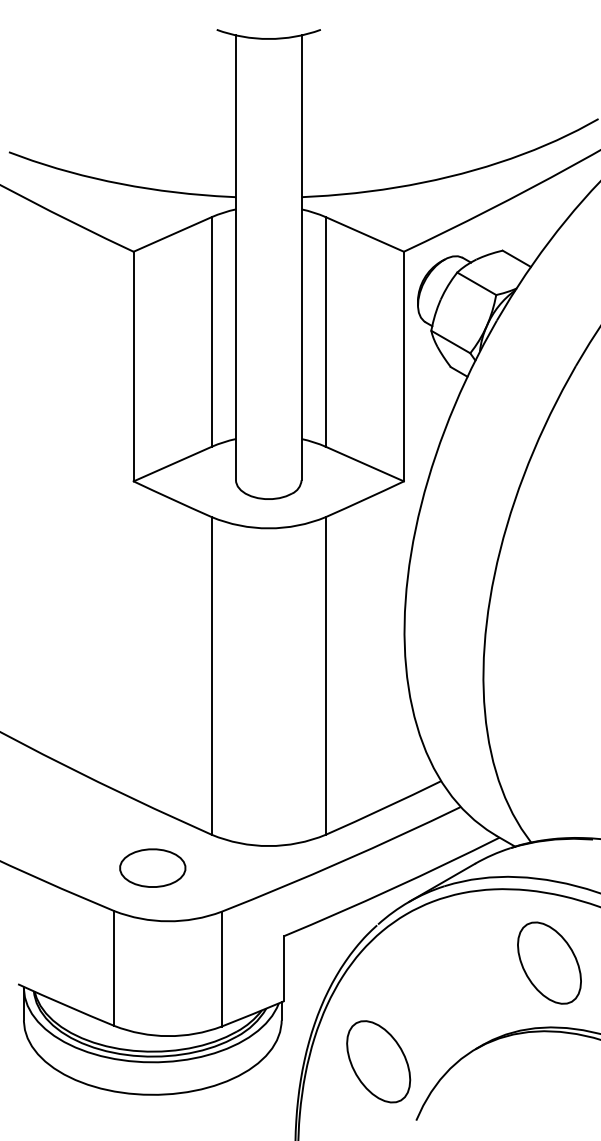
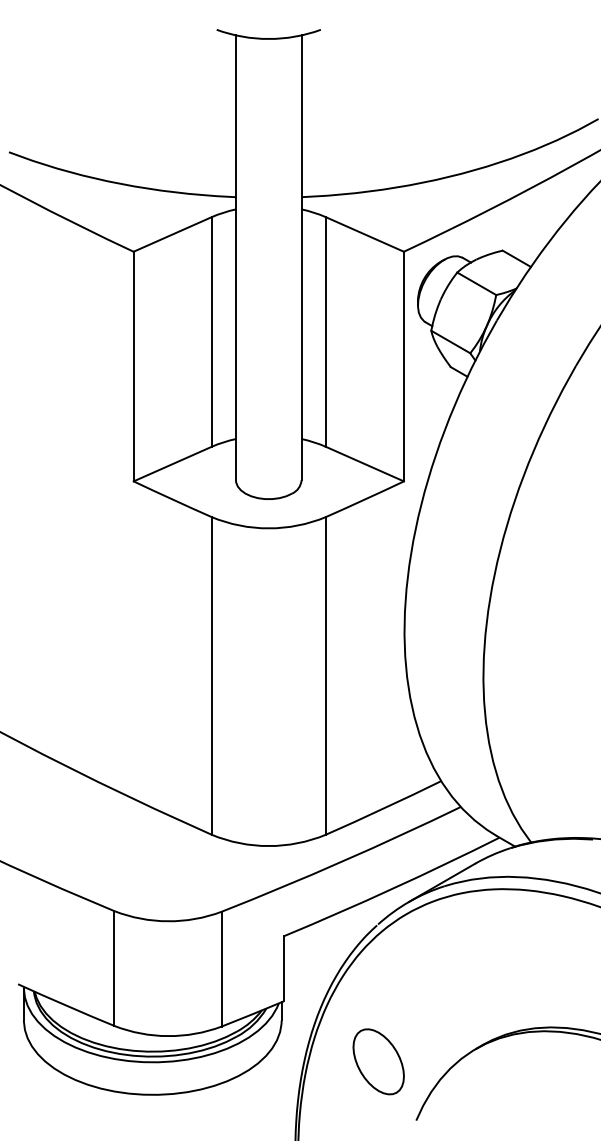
part at (152, 867): present -> none
part at (549, 962): present -> none
part at (378, 1061) size: 66x84 px -> 53x68 px
